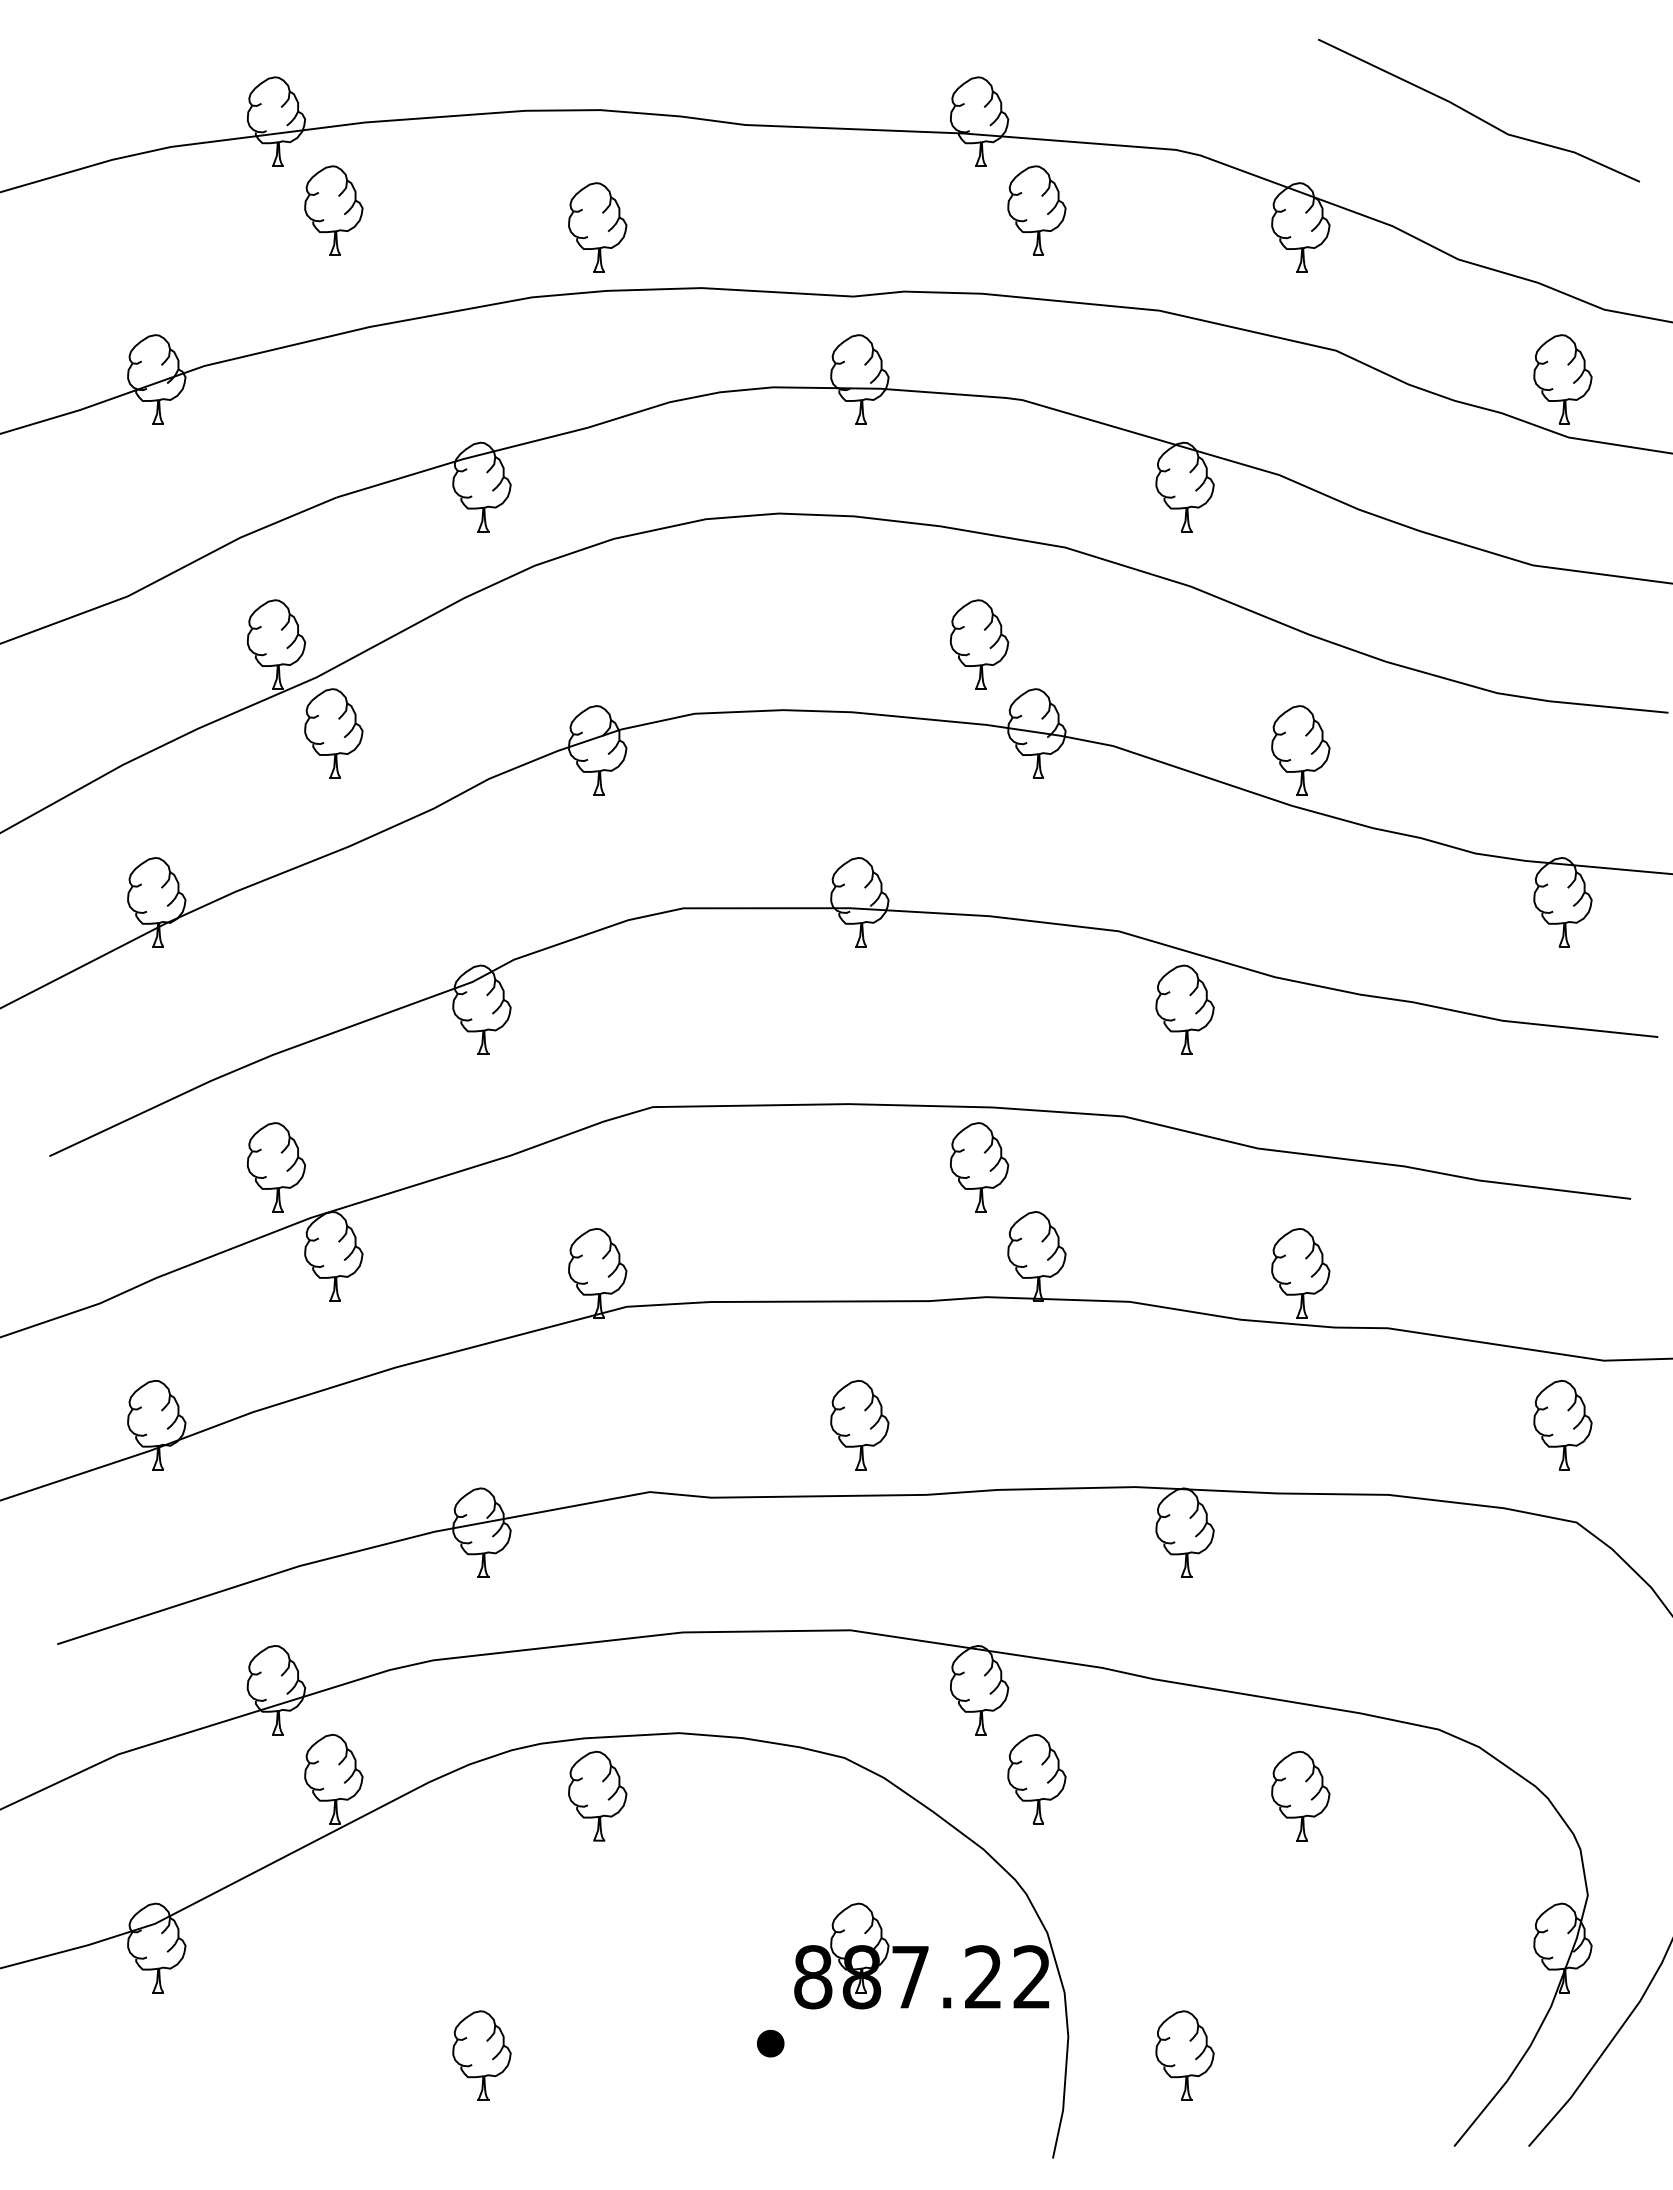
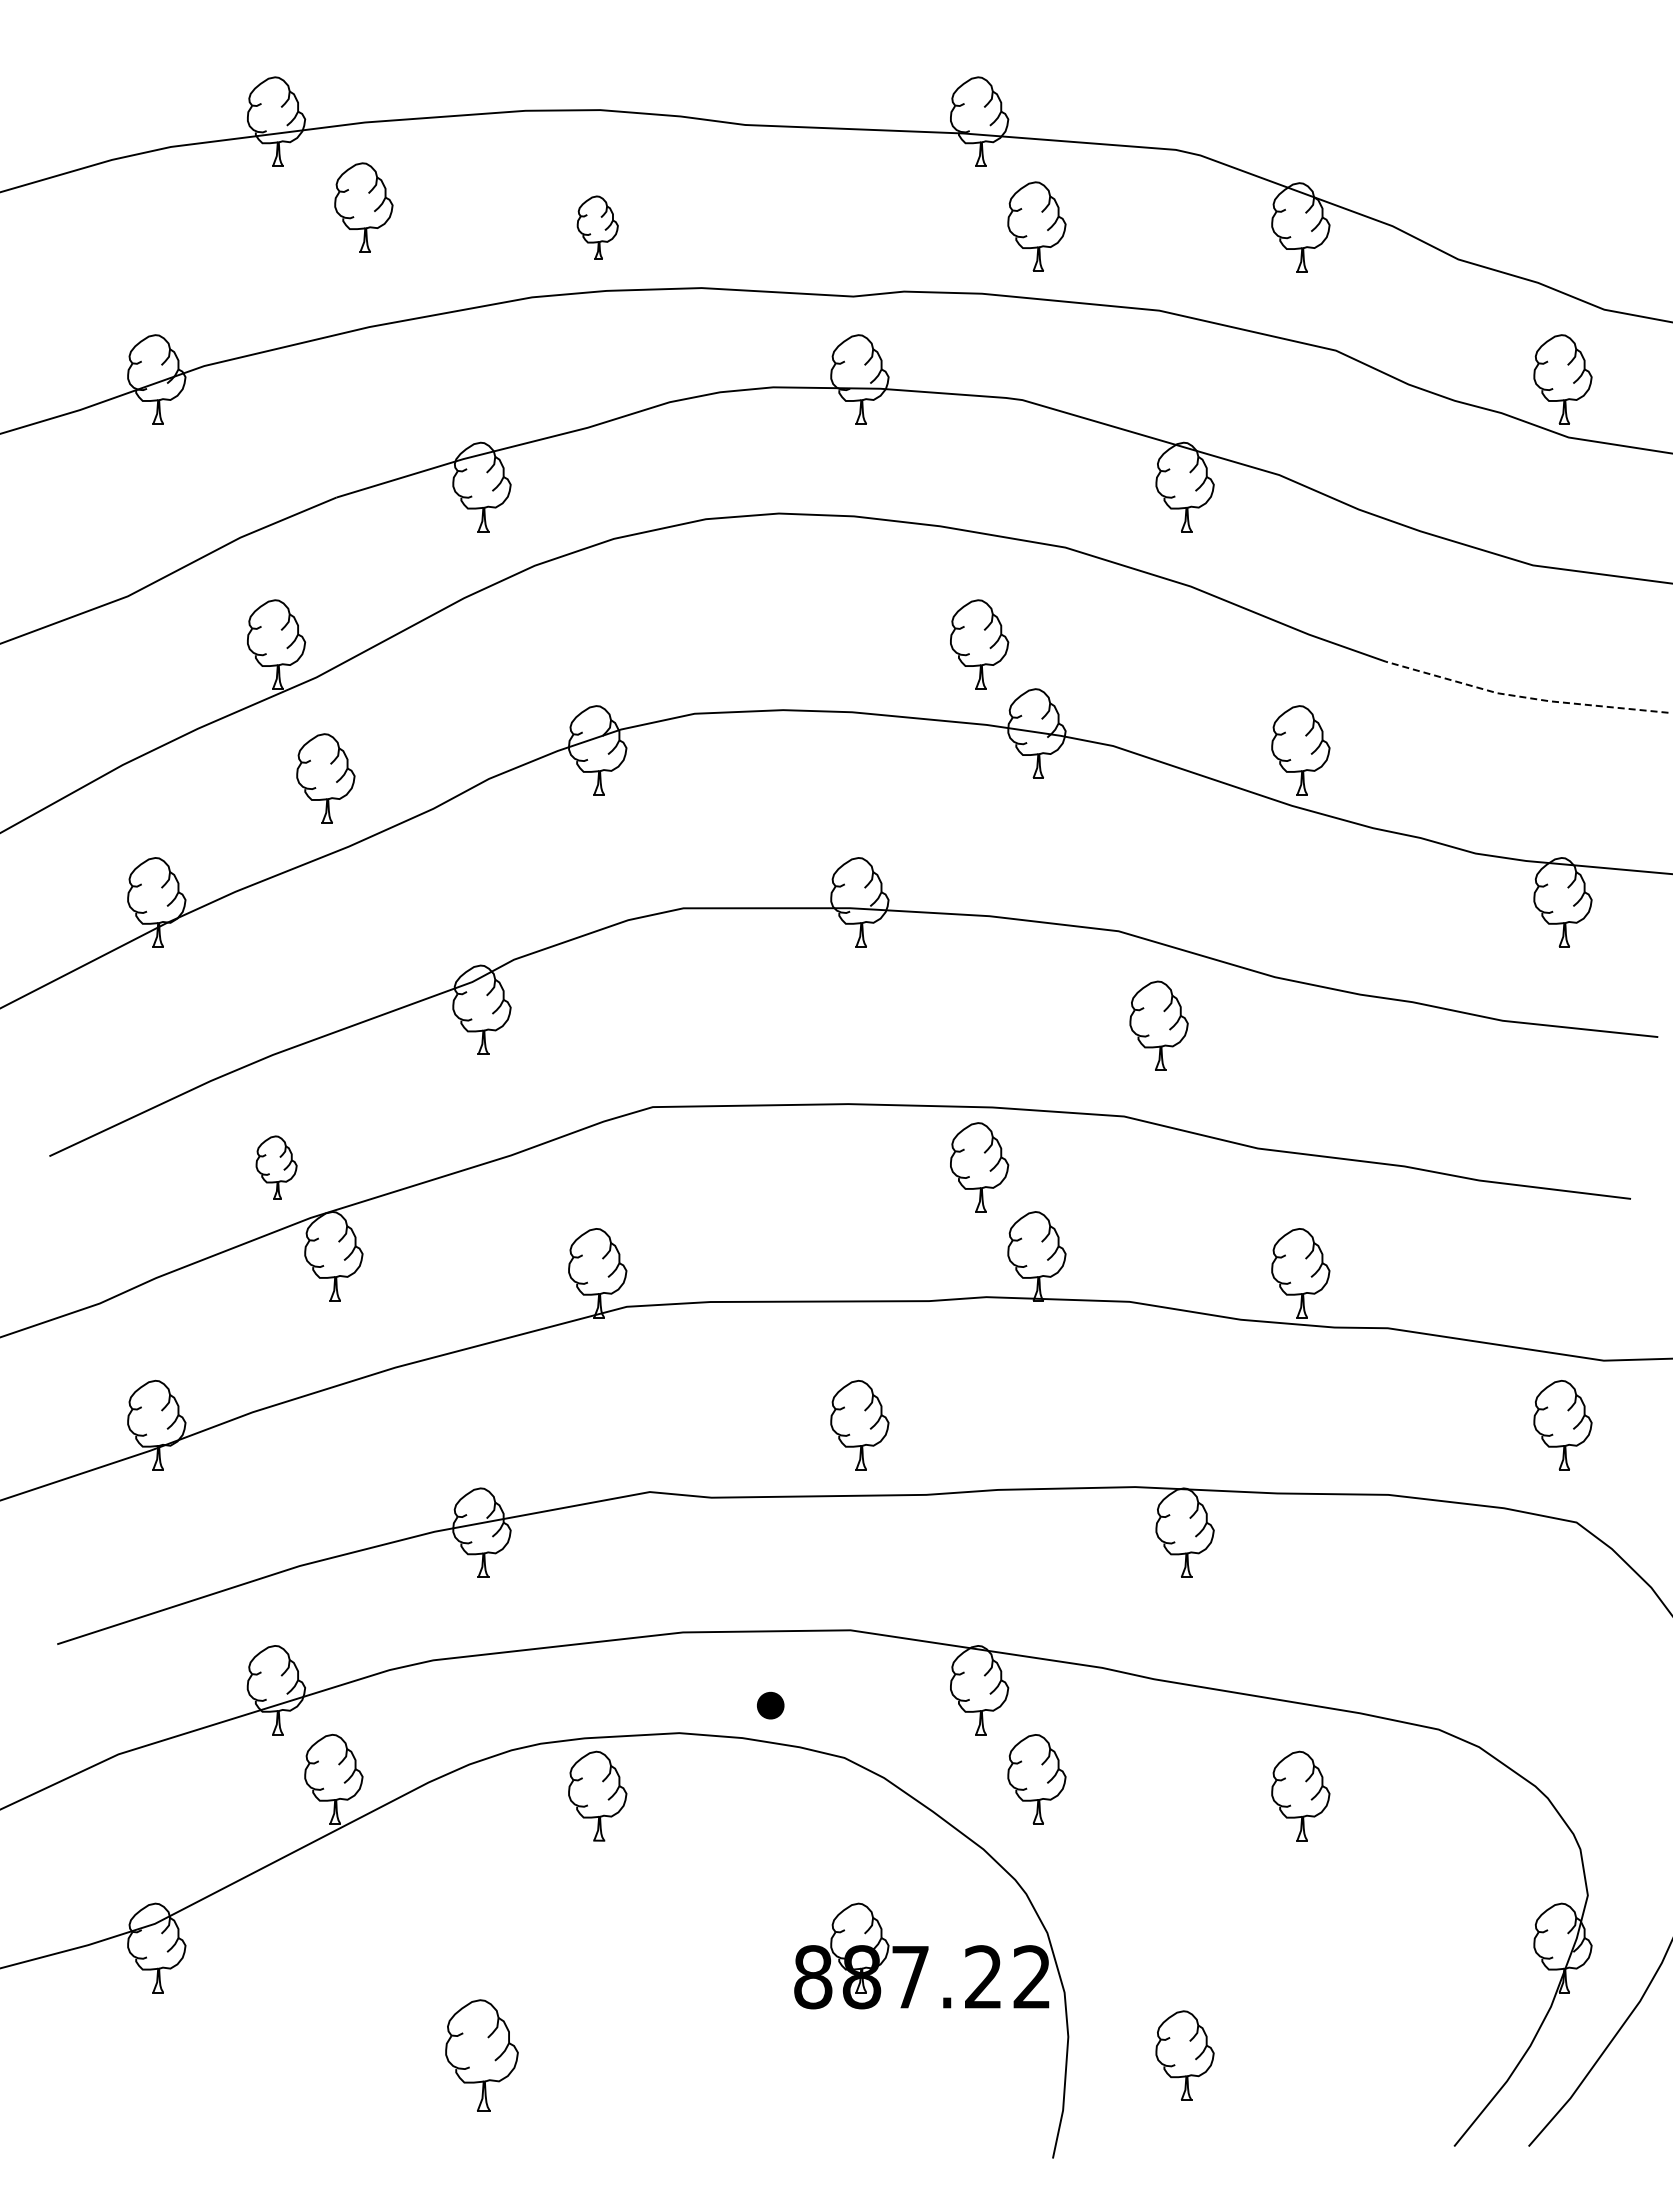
line at (1476, 115): present -> none
part at (333, 210) position: (333, 210) -> (363, 207)
part at (1036, 210) position: (1036, 210) -> (1036, 226)
part at (597, 227) size: 60x91 px -> 43x65 px
line at (1524, 697): solid -> dashed
part at (333, 733) position: (333, 733) -> (325, 778)
part at (1184, 1009) position: (1184, 1009) -> (1158, 1025)
part at (276, 1167) size: 60x91 px -> 43x65 px
part at (770, 2043) position: (770, 2043) -> (770, 1705)
part at (481, 2055) size: 60x91 px -> 74x113 px
